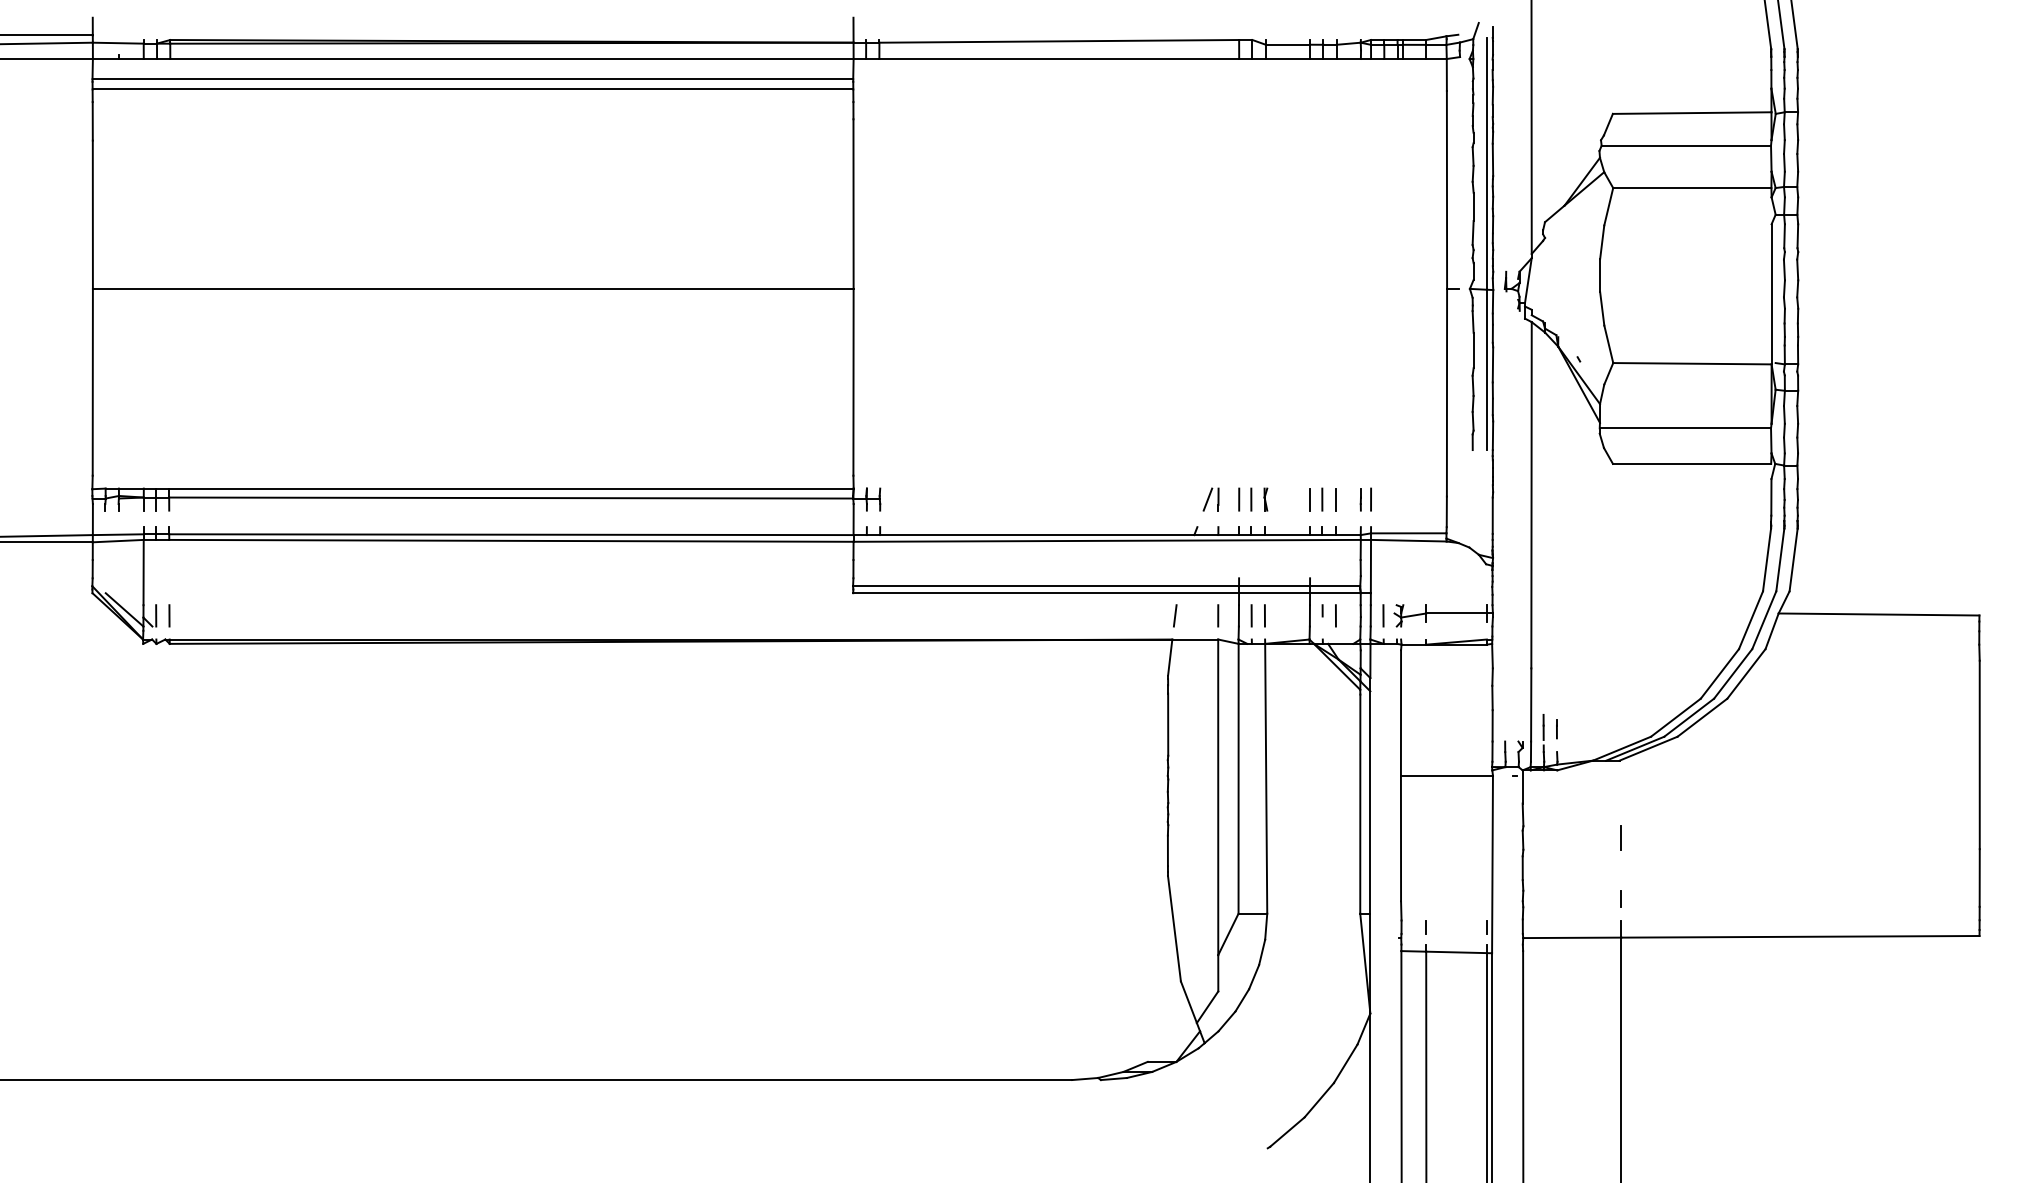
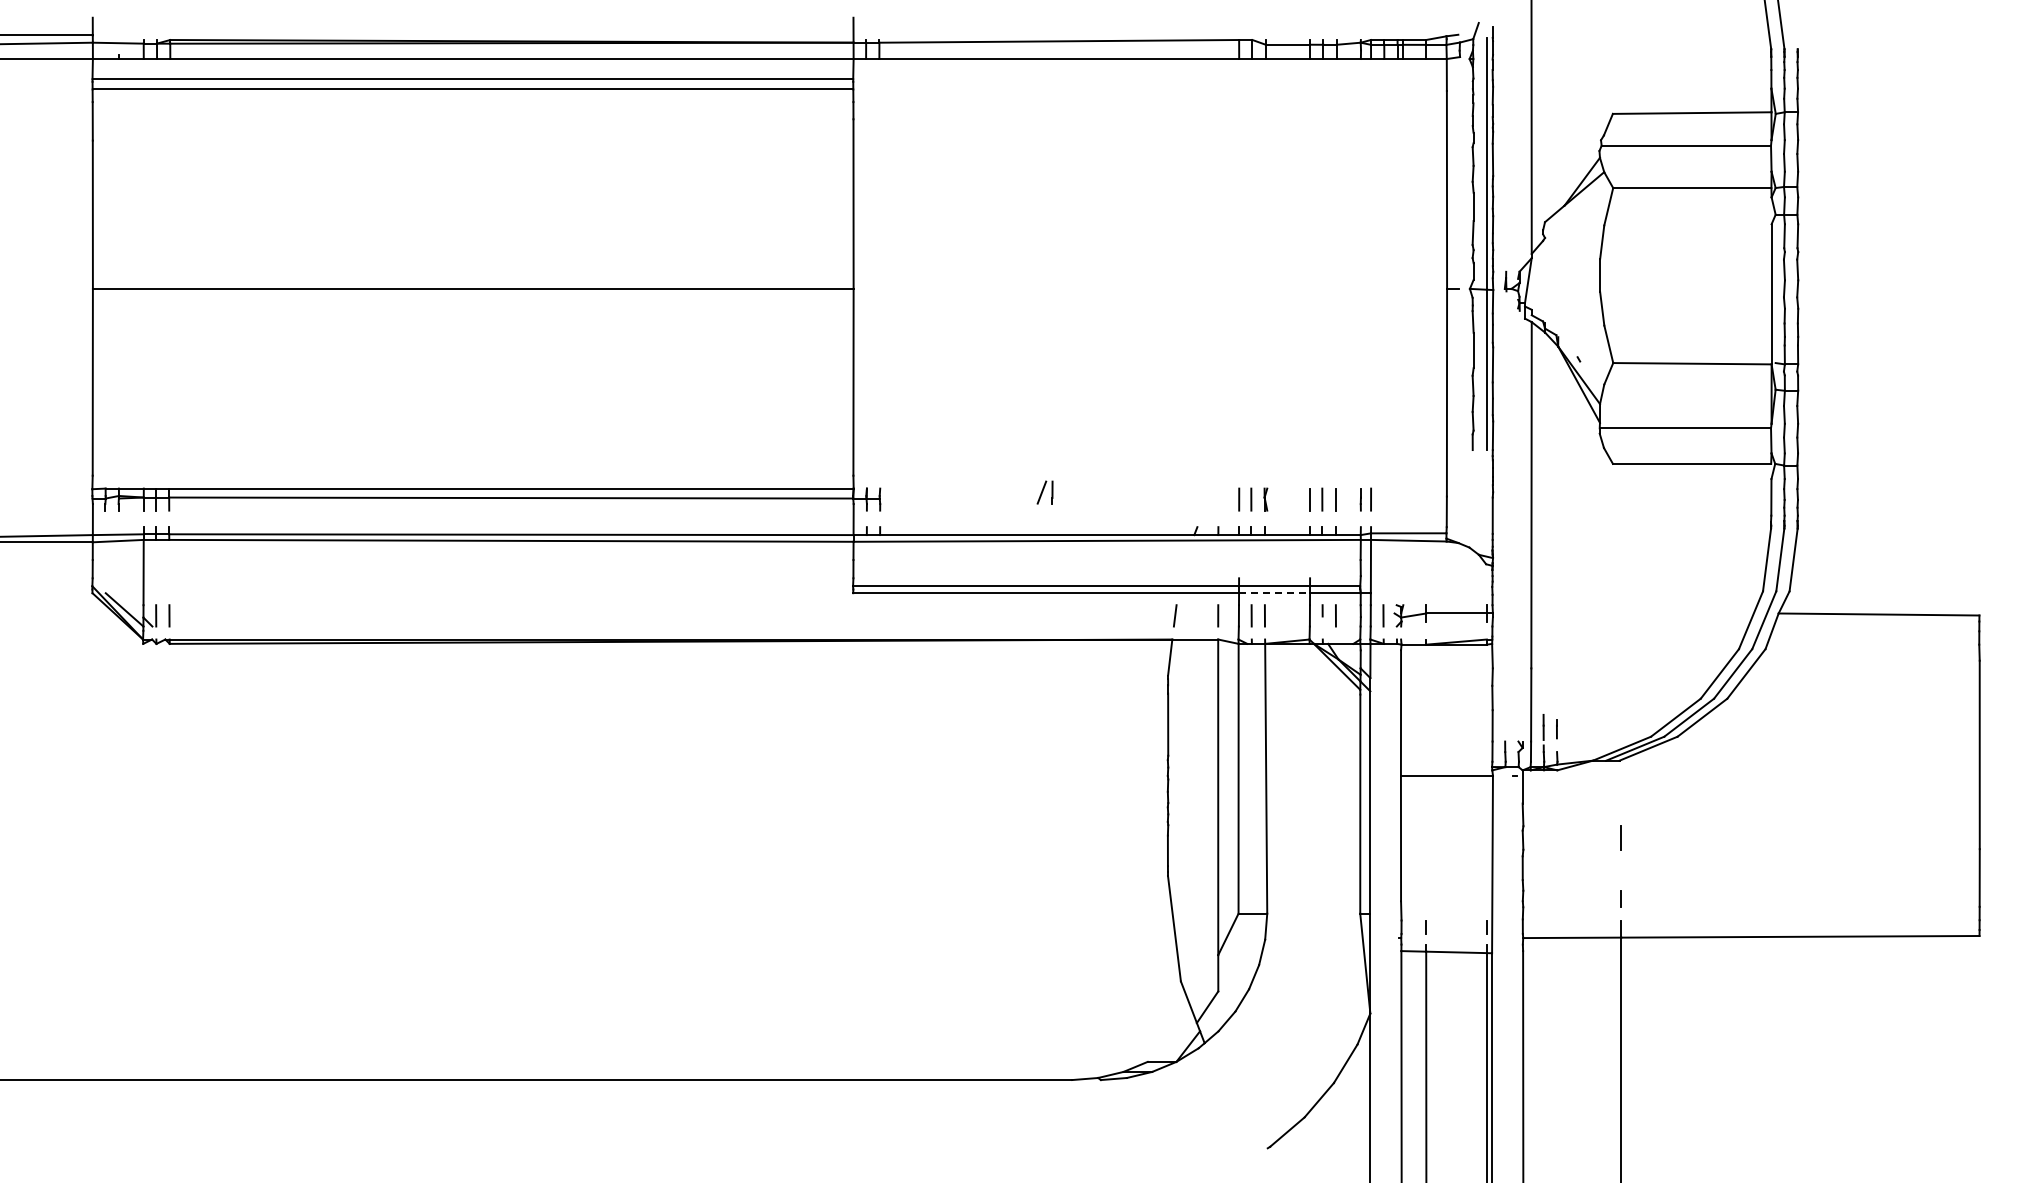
line at (1794, 25): present -> none
part at (1210, 499) position: (1210, 499) -> (1044, 492)
line at (1275, 593): solid -> dashed
